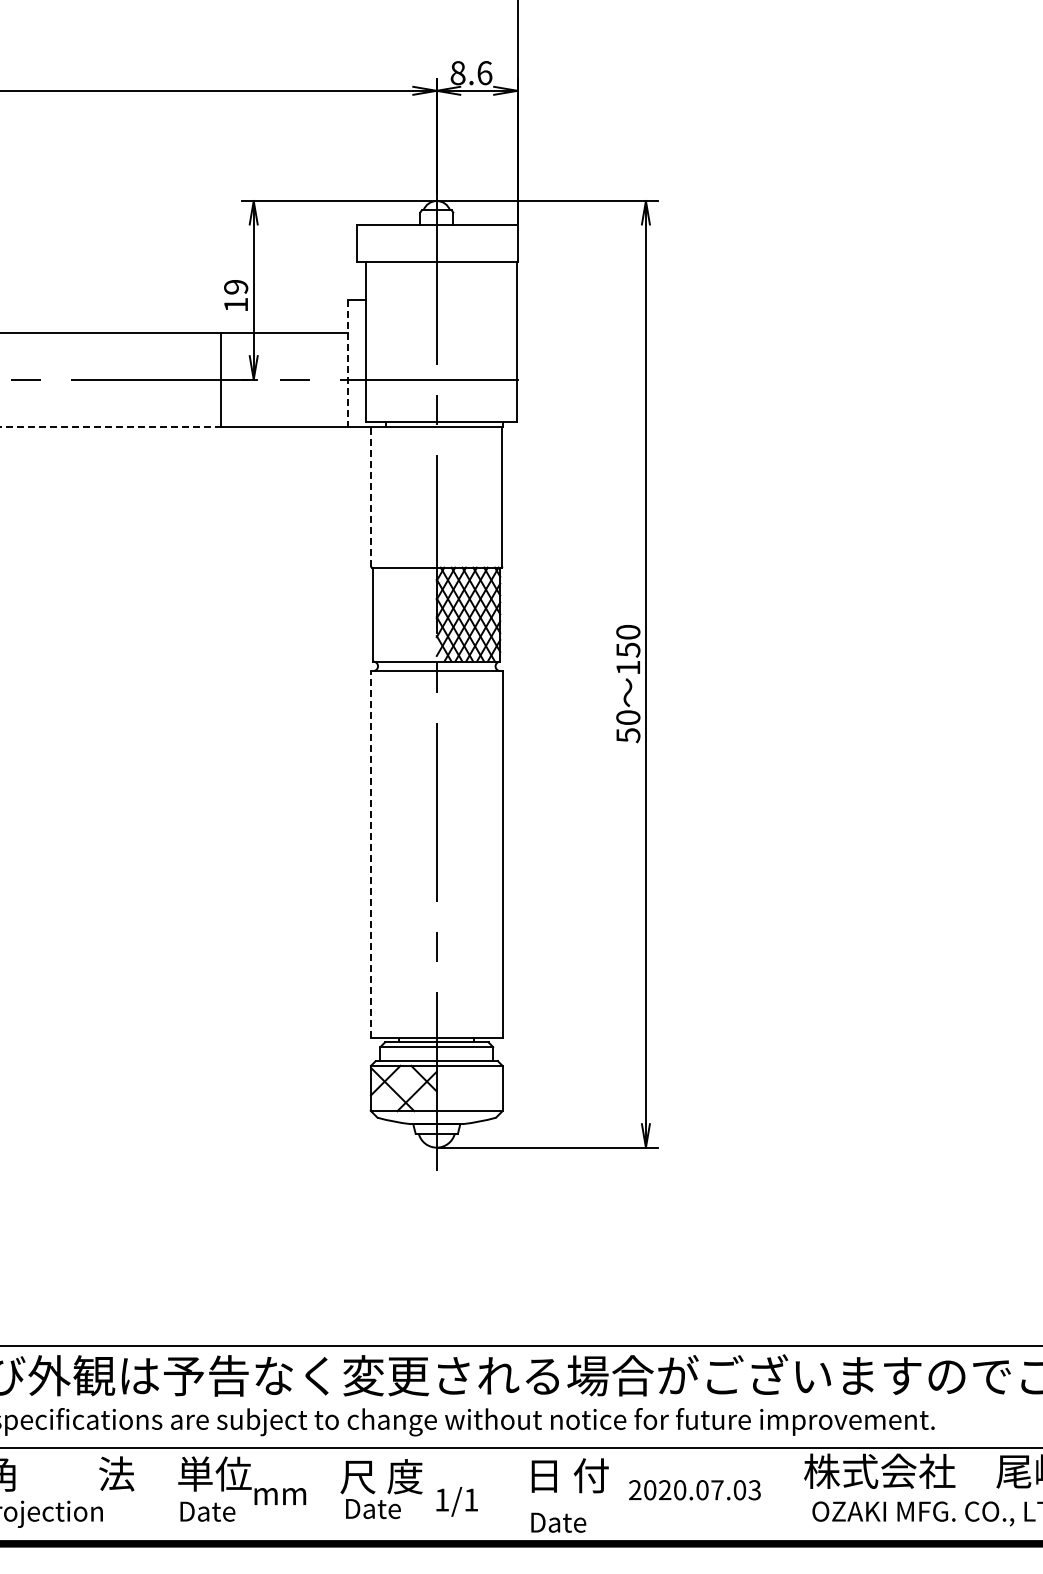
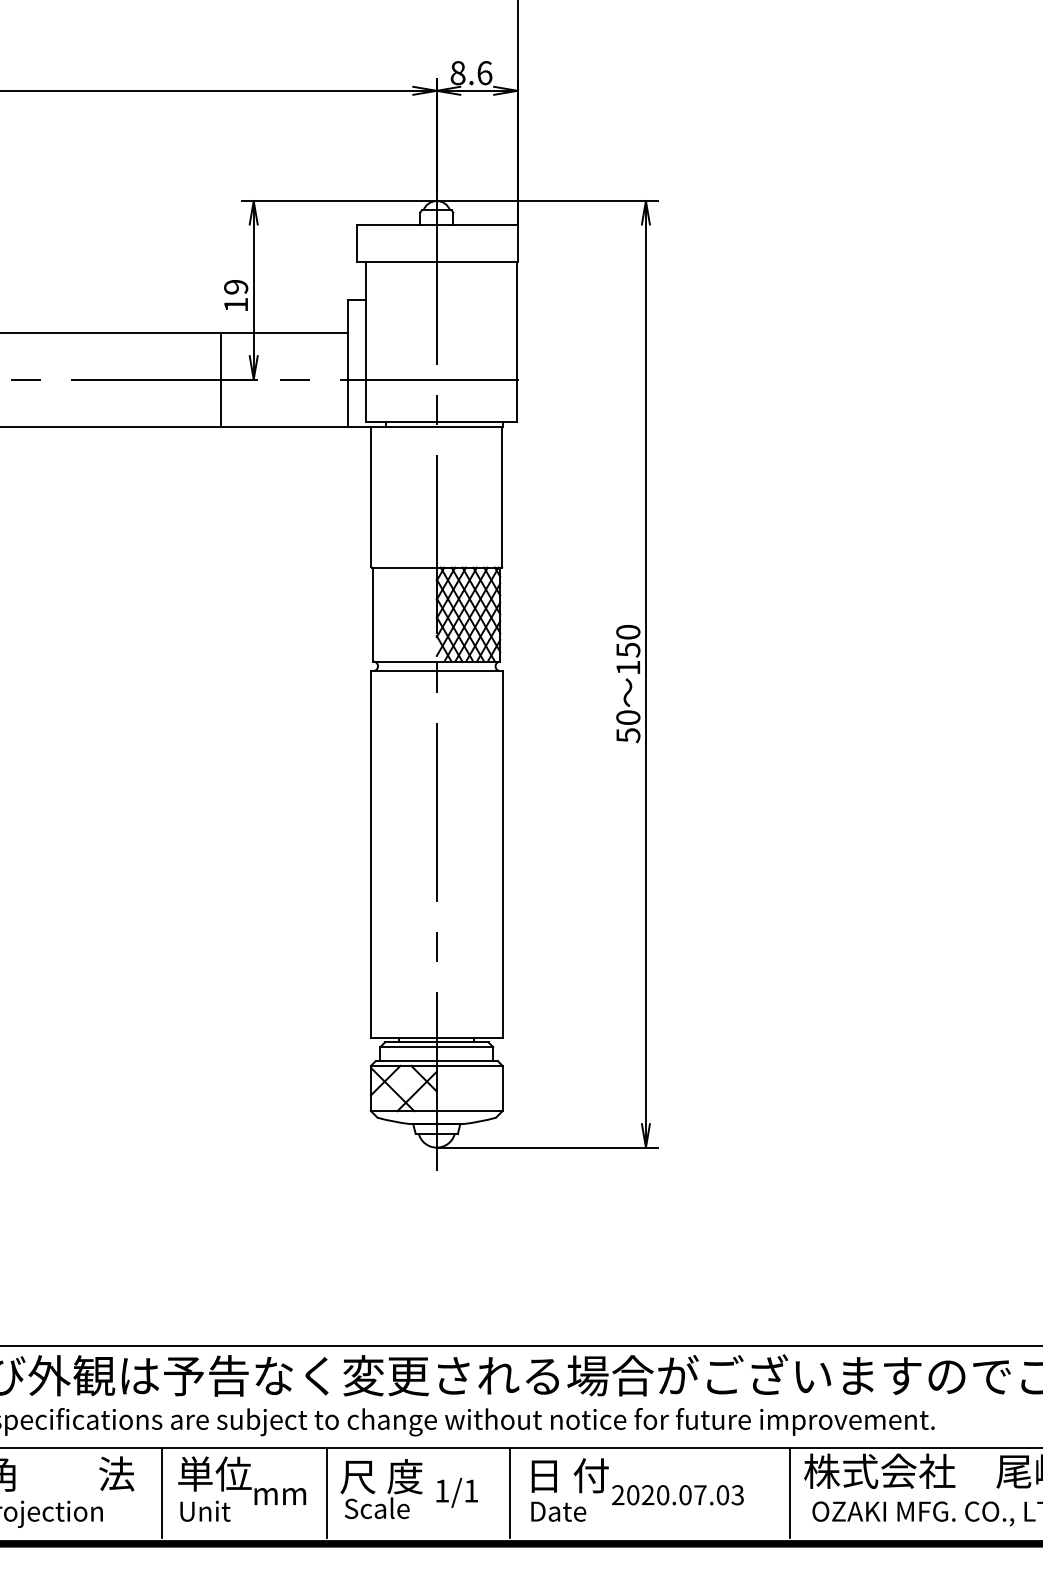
line at (347, 363): dashed -> solid
line at (110, 426): dashed -> solid
line at (371, 496): dashed -> solid
line at (370, 853): dashed -> solid
text at (694, 1490) position: (694, 1490) -> (677, 1495)
line at (162, 1492): none -> present
line at (326, 1492): none -> present
line at (510, 1492): none -> present
line at (789, 1492): none -> present
text at (456, 1501) position: (456, 1501) -> (456, 1492)
text at (376, 1508): Date -> Scale
text at (207, 1510): Date -> Unit
text at (558, 1522) position: (558, 1522) -> (558, 1511)
